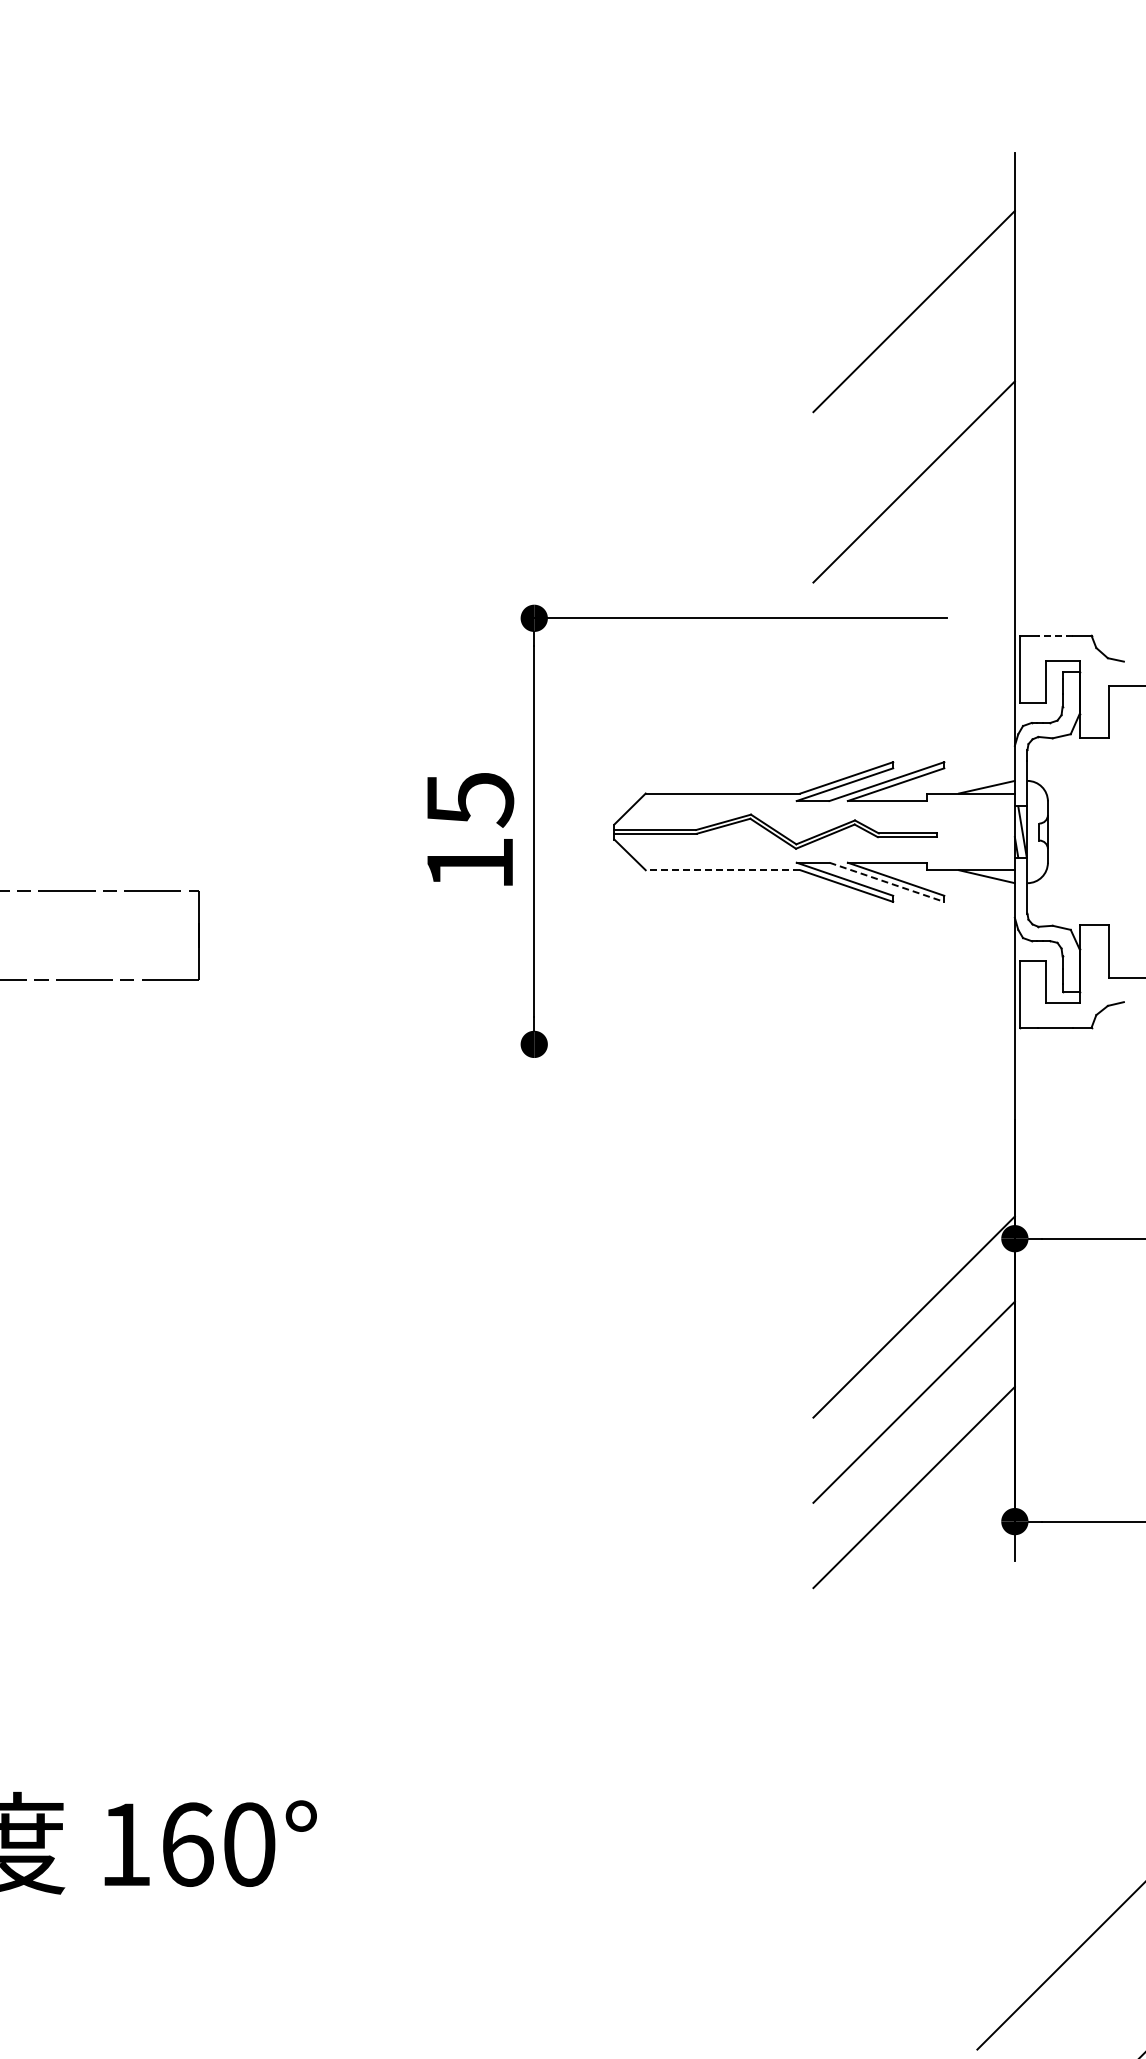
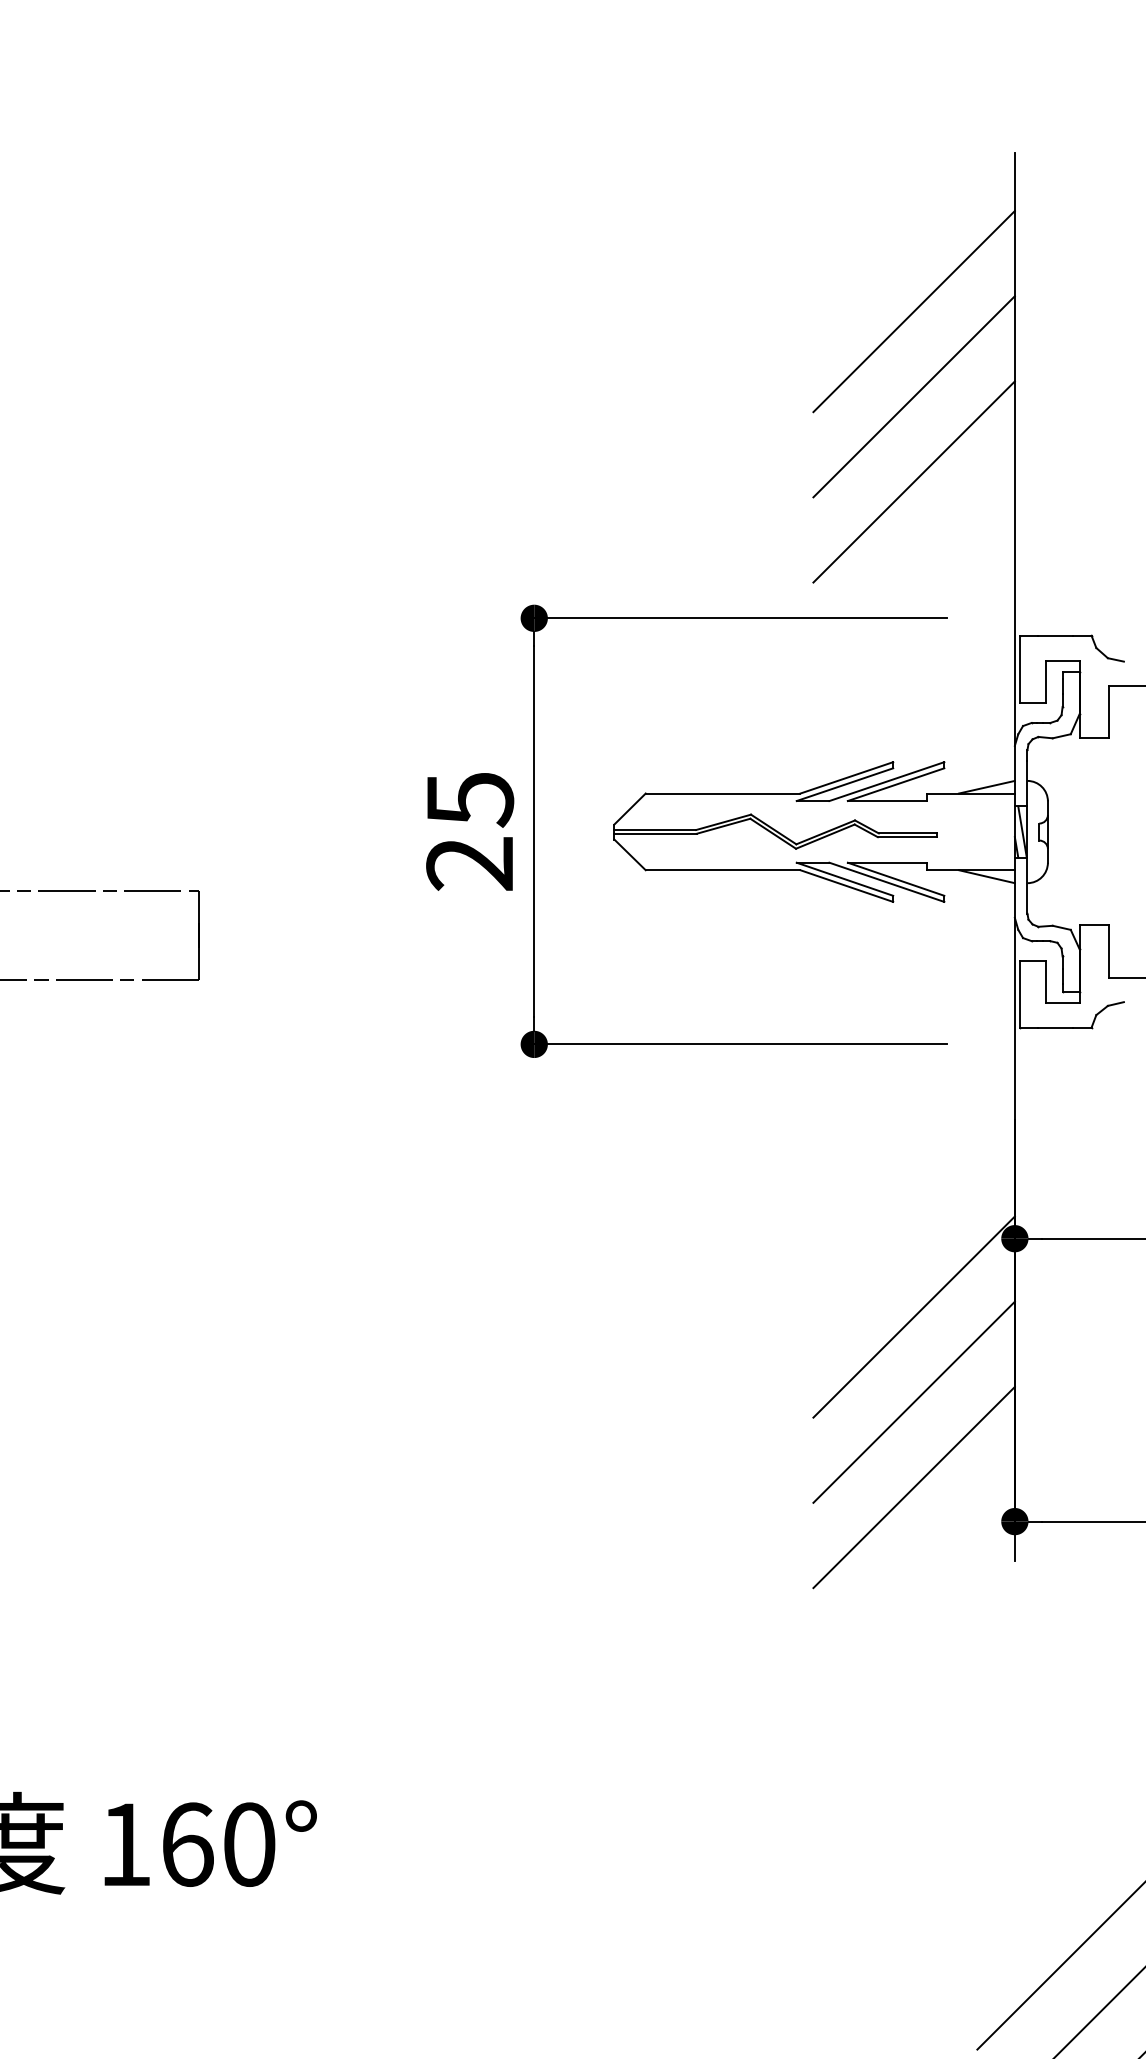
line at (913, 396): none -> present
line at (1055, 635): dashed -> solid
text at (469, 863): 15 -> 25
line at (722, 870): dashed -> solid
line at (886, 882): dashed -> solid
line at (740, 1044): none -> present
line at (1099, 2012): none -> present
